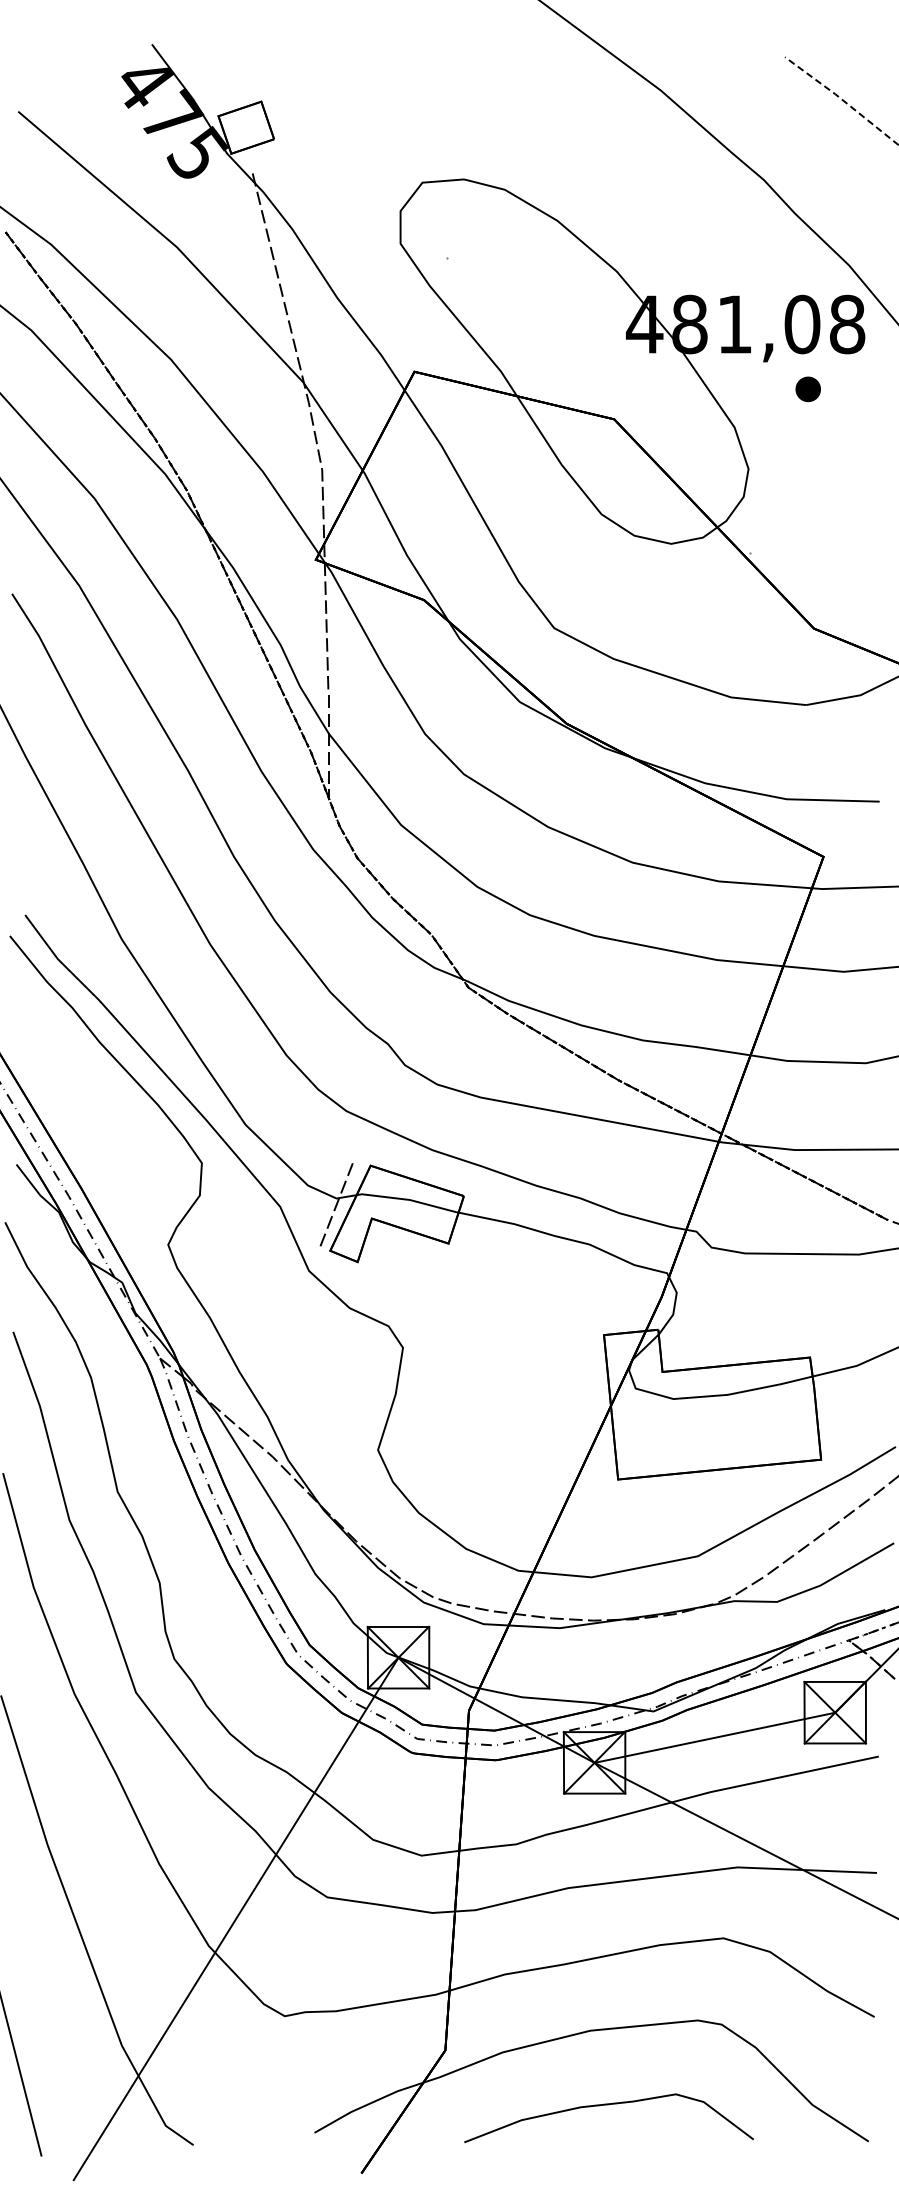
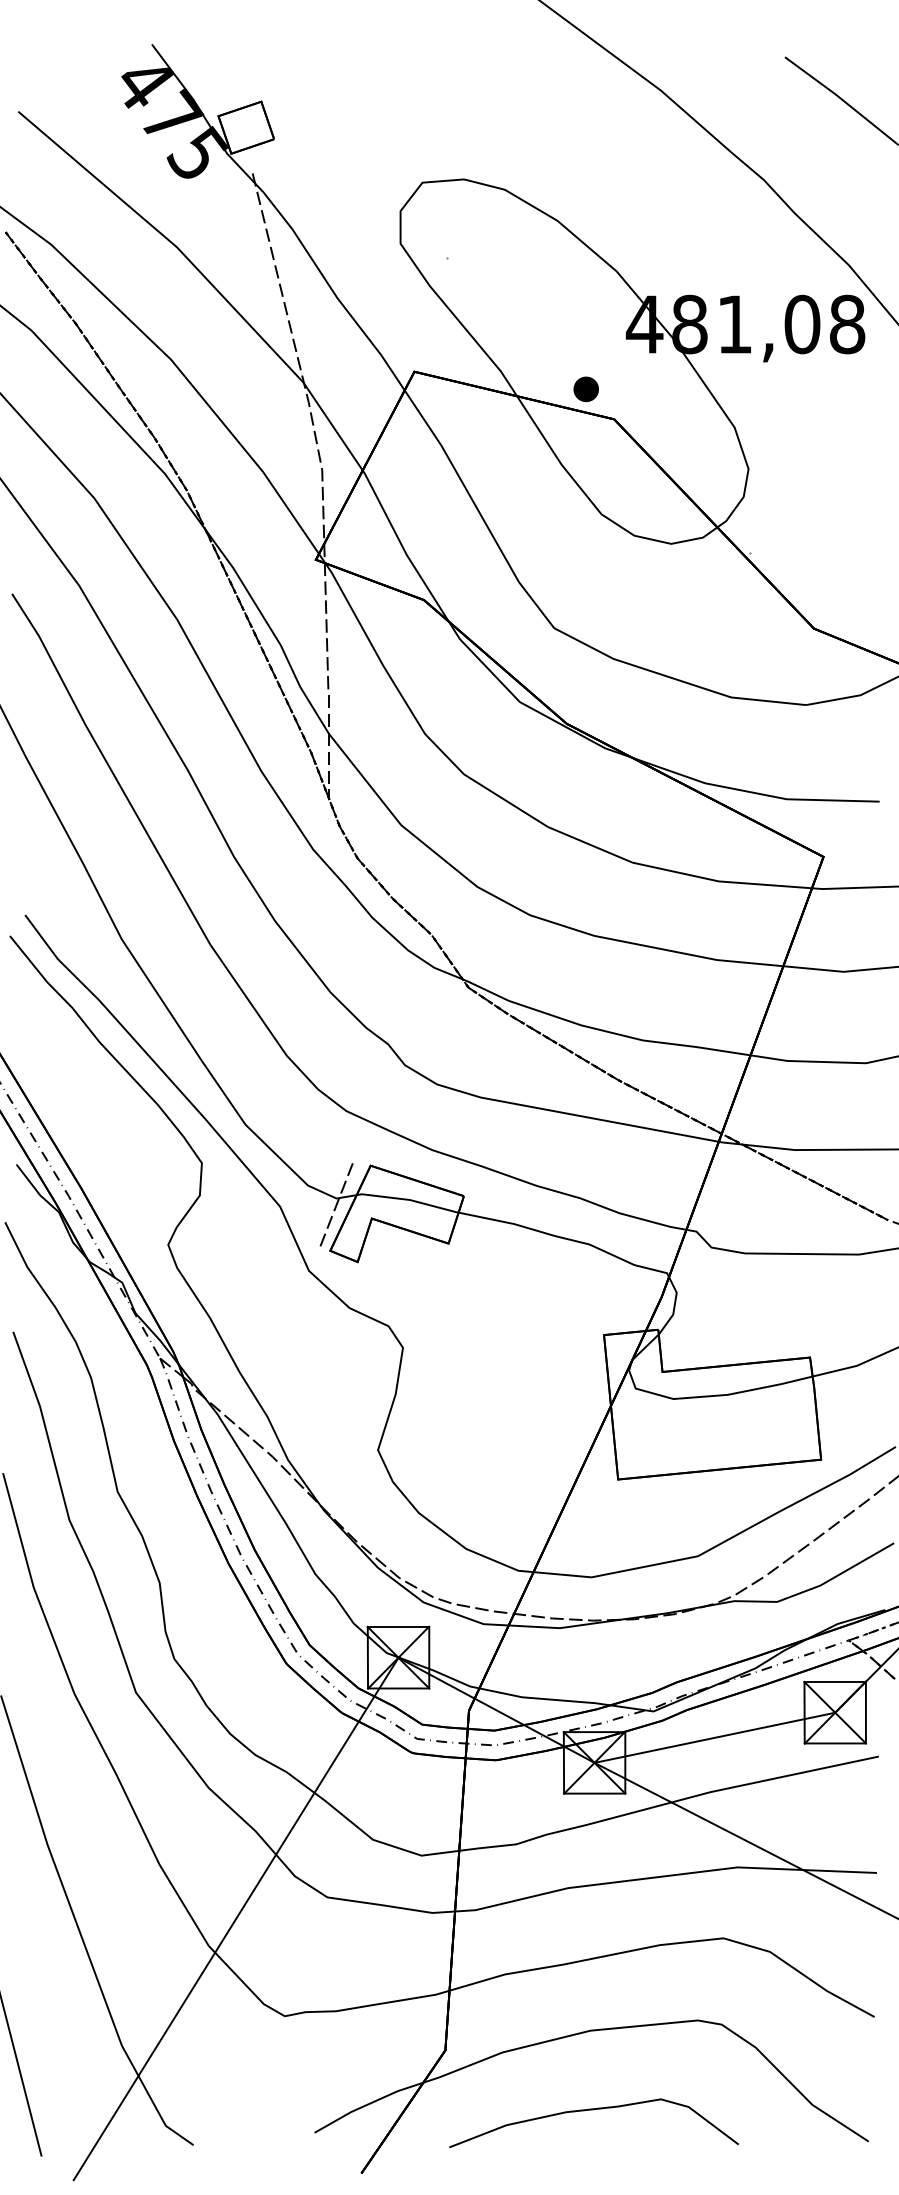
line at (842, 99): dashed -> solid
part at (807, 389) position: (807, 389) -> (585, 389)
curve at (608, 2105) position: (608, 2105) -> (593, 2110)
